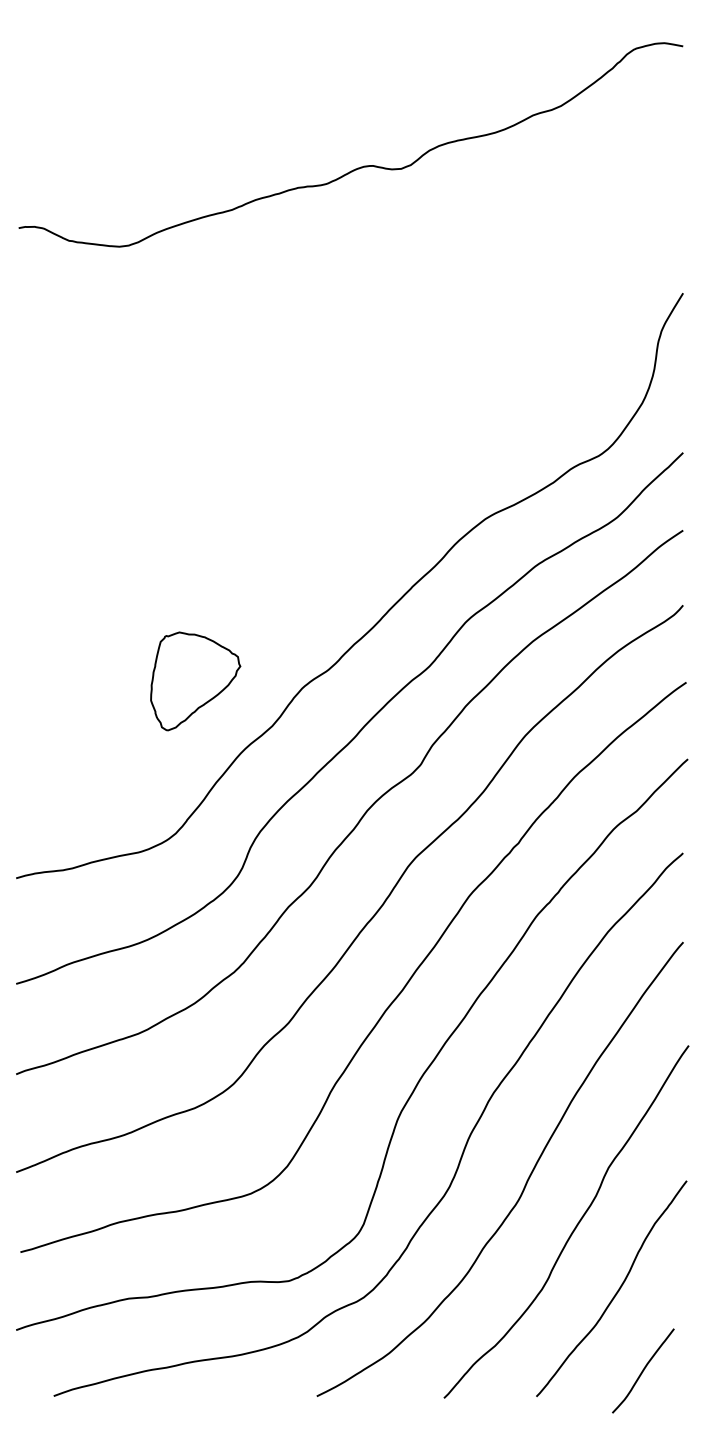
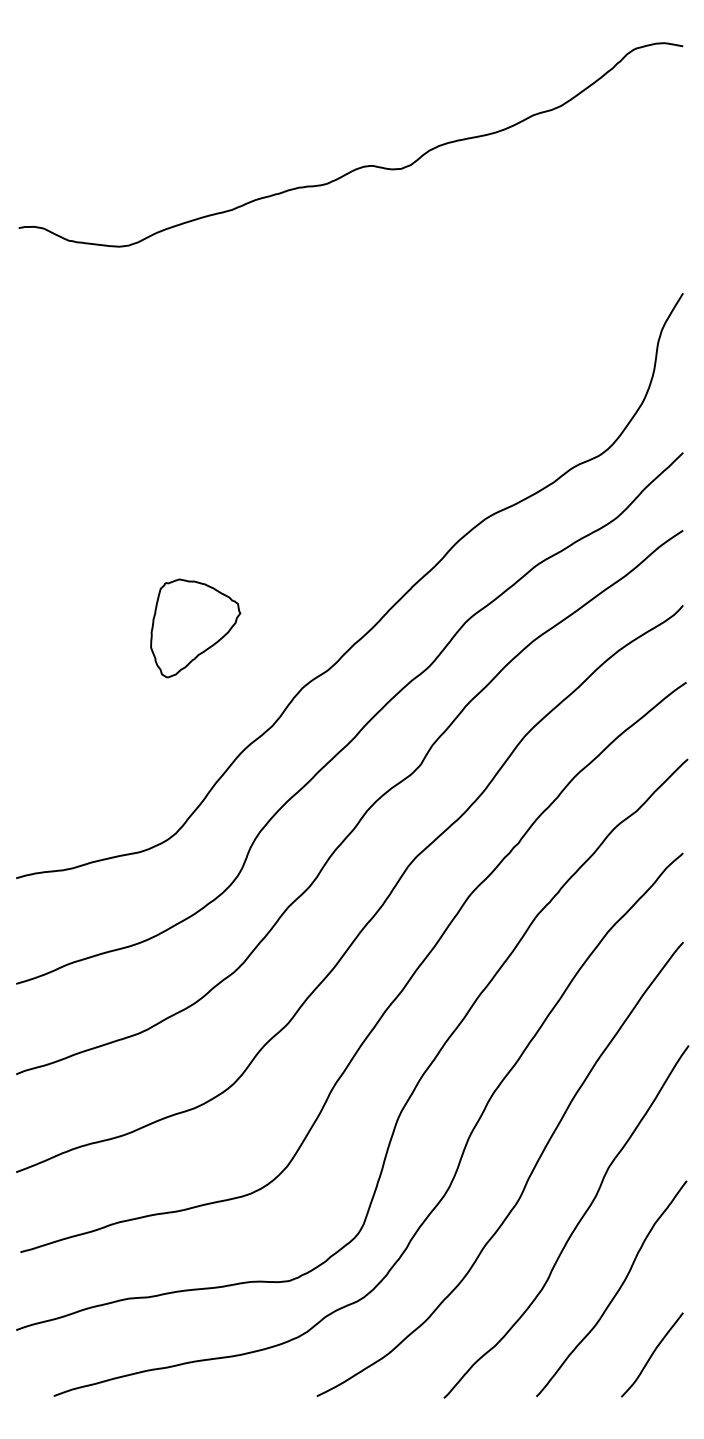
part at (195, 681) position: (195, 681) -> (195, 628)
curve at (643, 1370) position: (643, 1370) -> (652, 1354)
